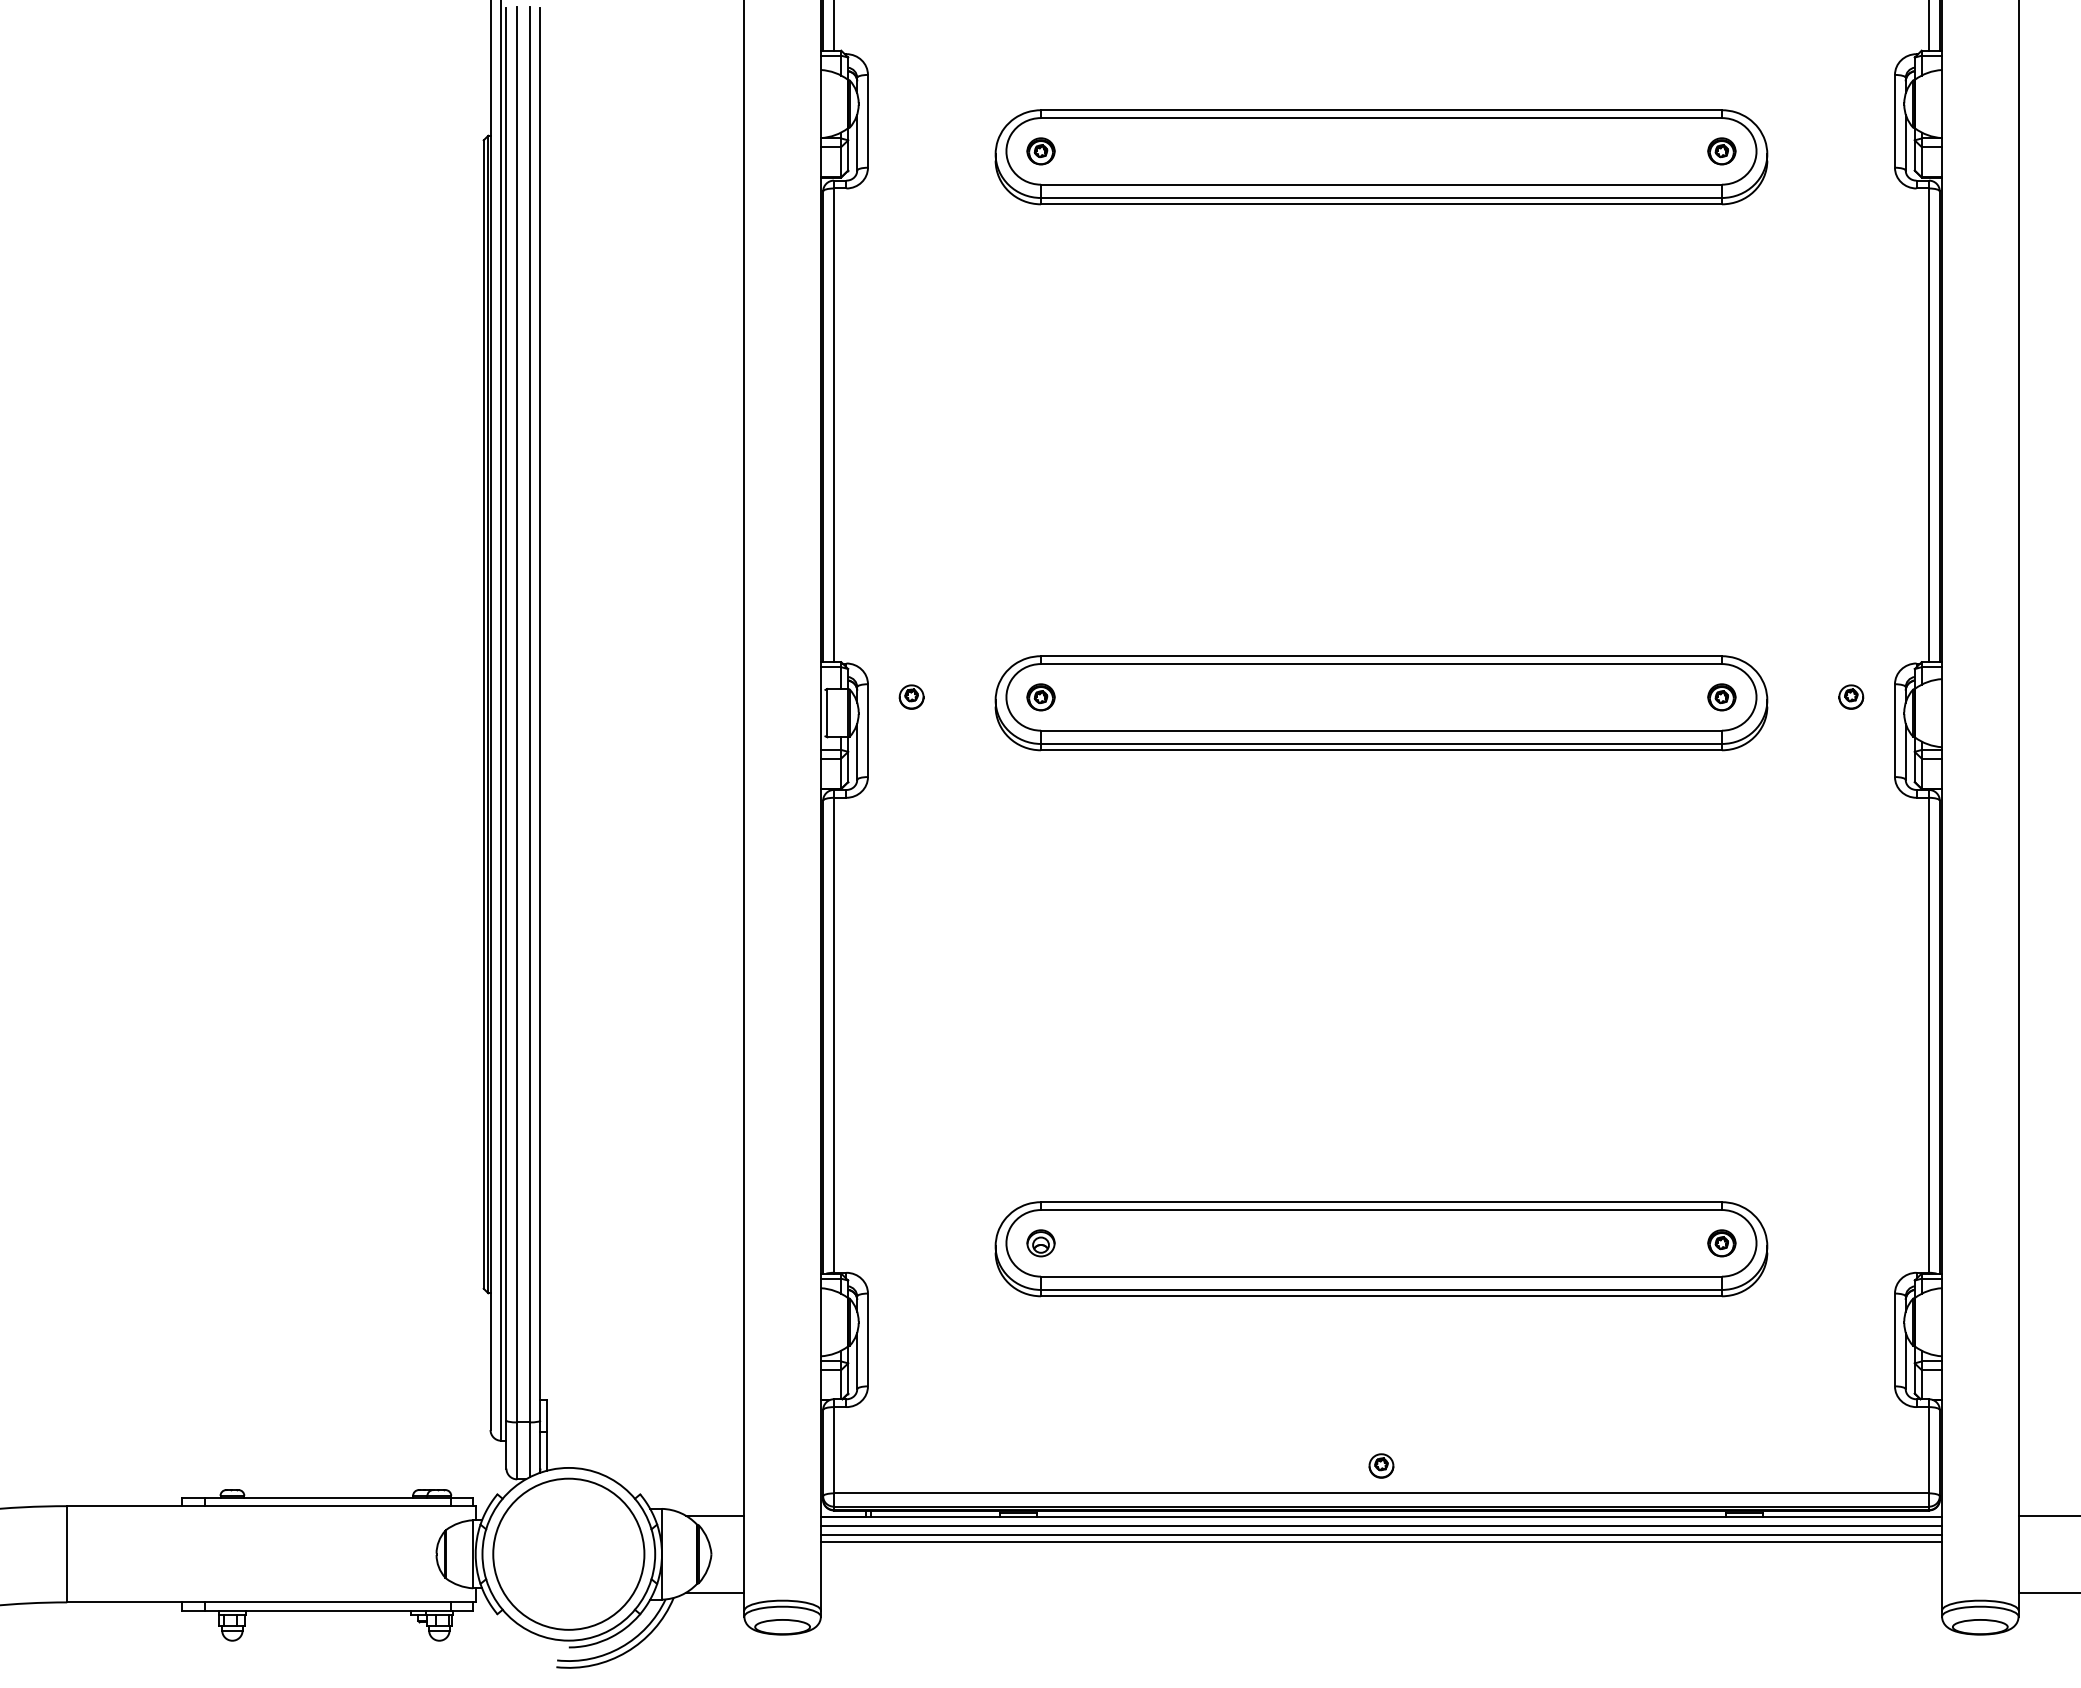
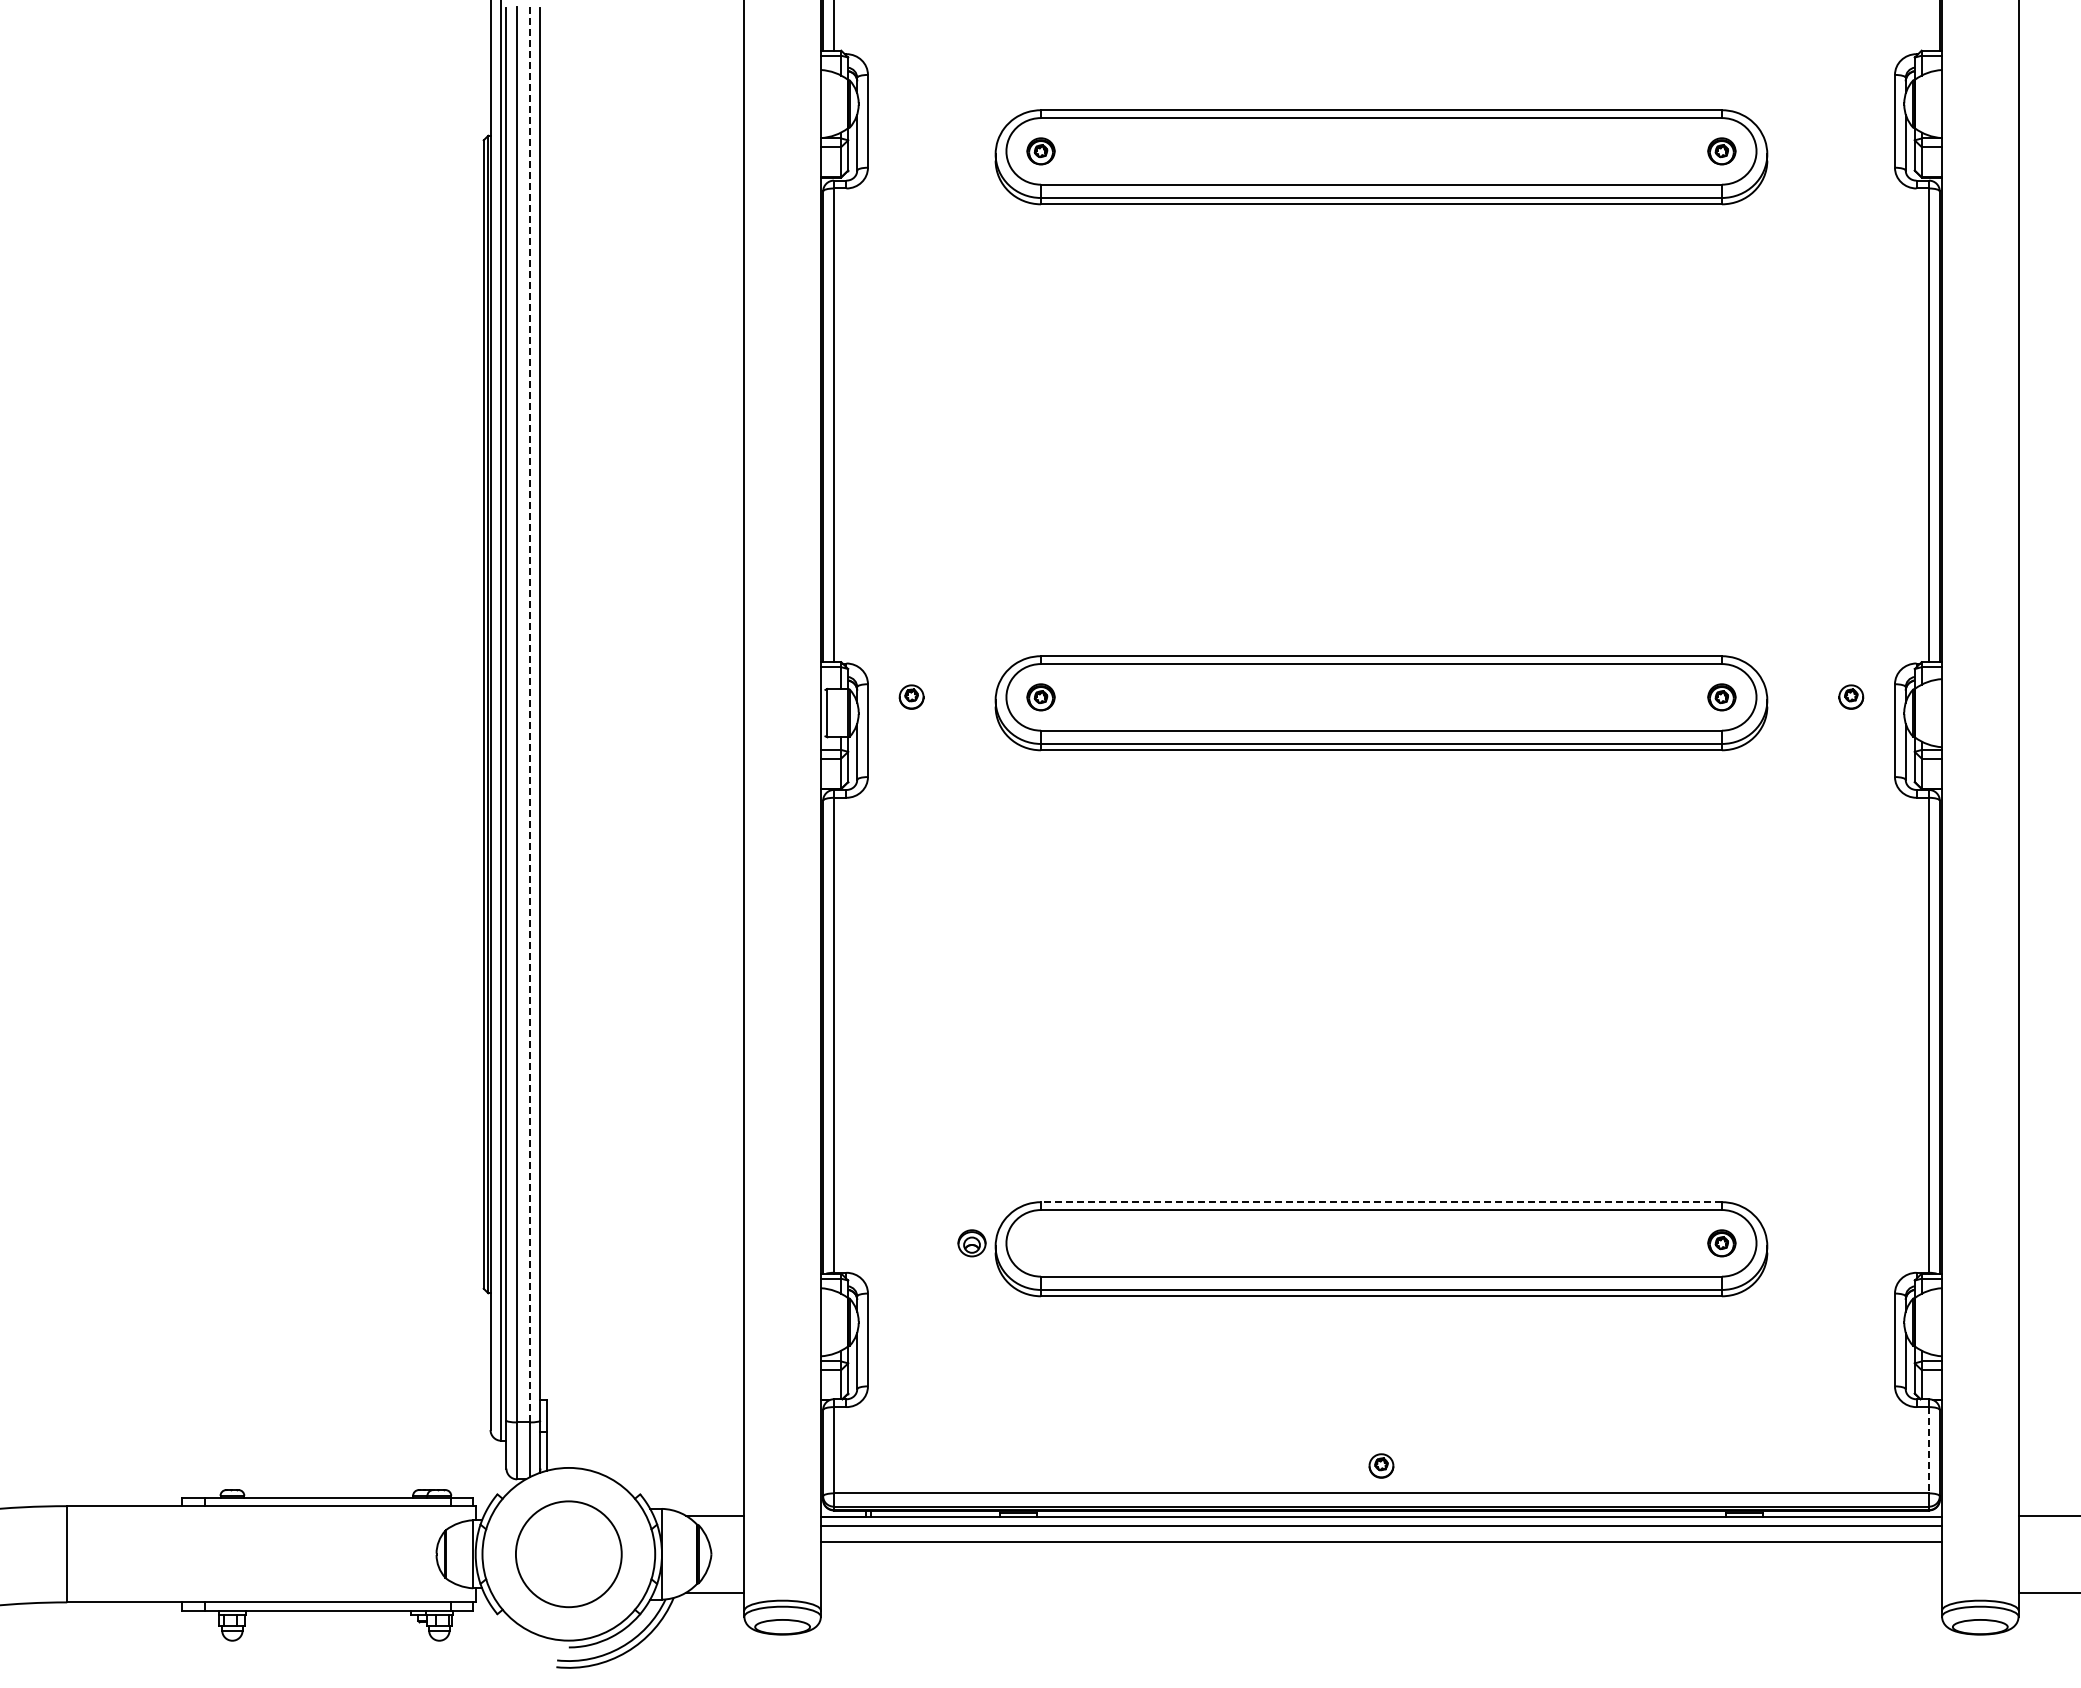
line at (1929, 26): present -> none
line at (529, 714): solid -> dashed
line at (1380, 1202): solid -> dashed
part at (1040, 1243) position: (1040, 1243) -> (971, 1243)
line at (1929, 1450): solid -> dashed
line at (1381, 1534): present -> none
circle at (568, 1553) diameter: 151 px -> 106 px
